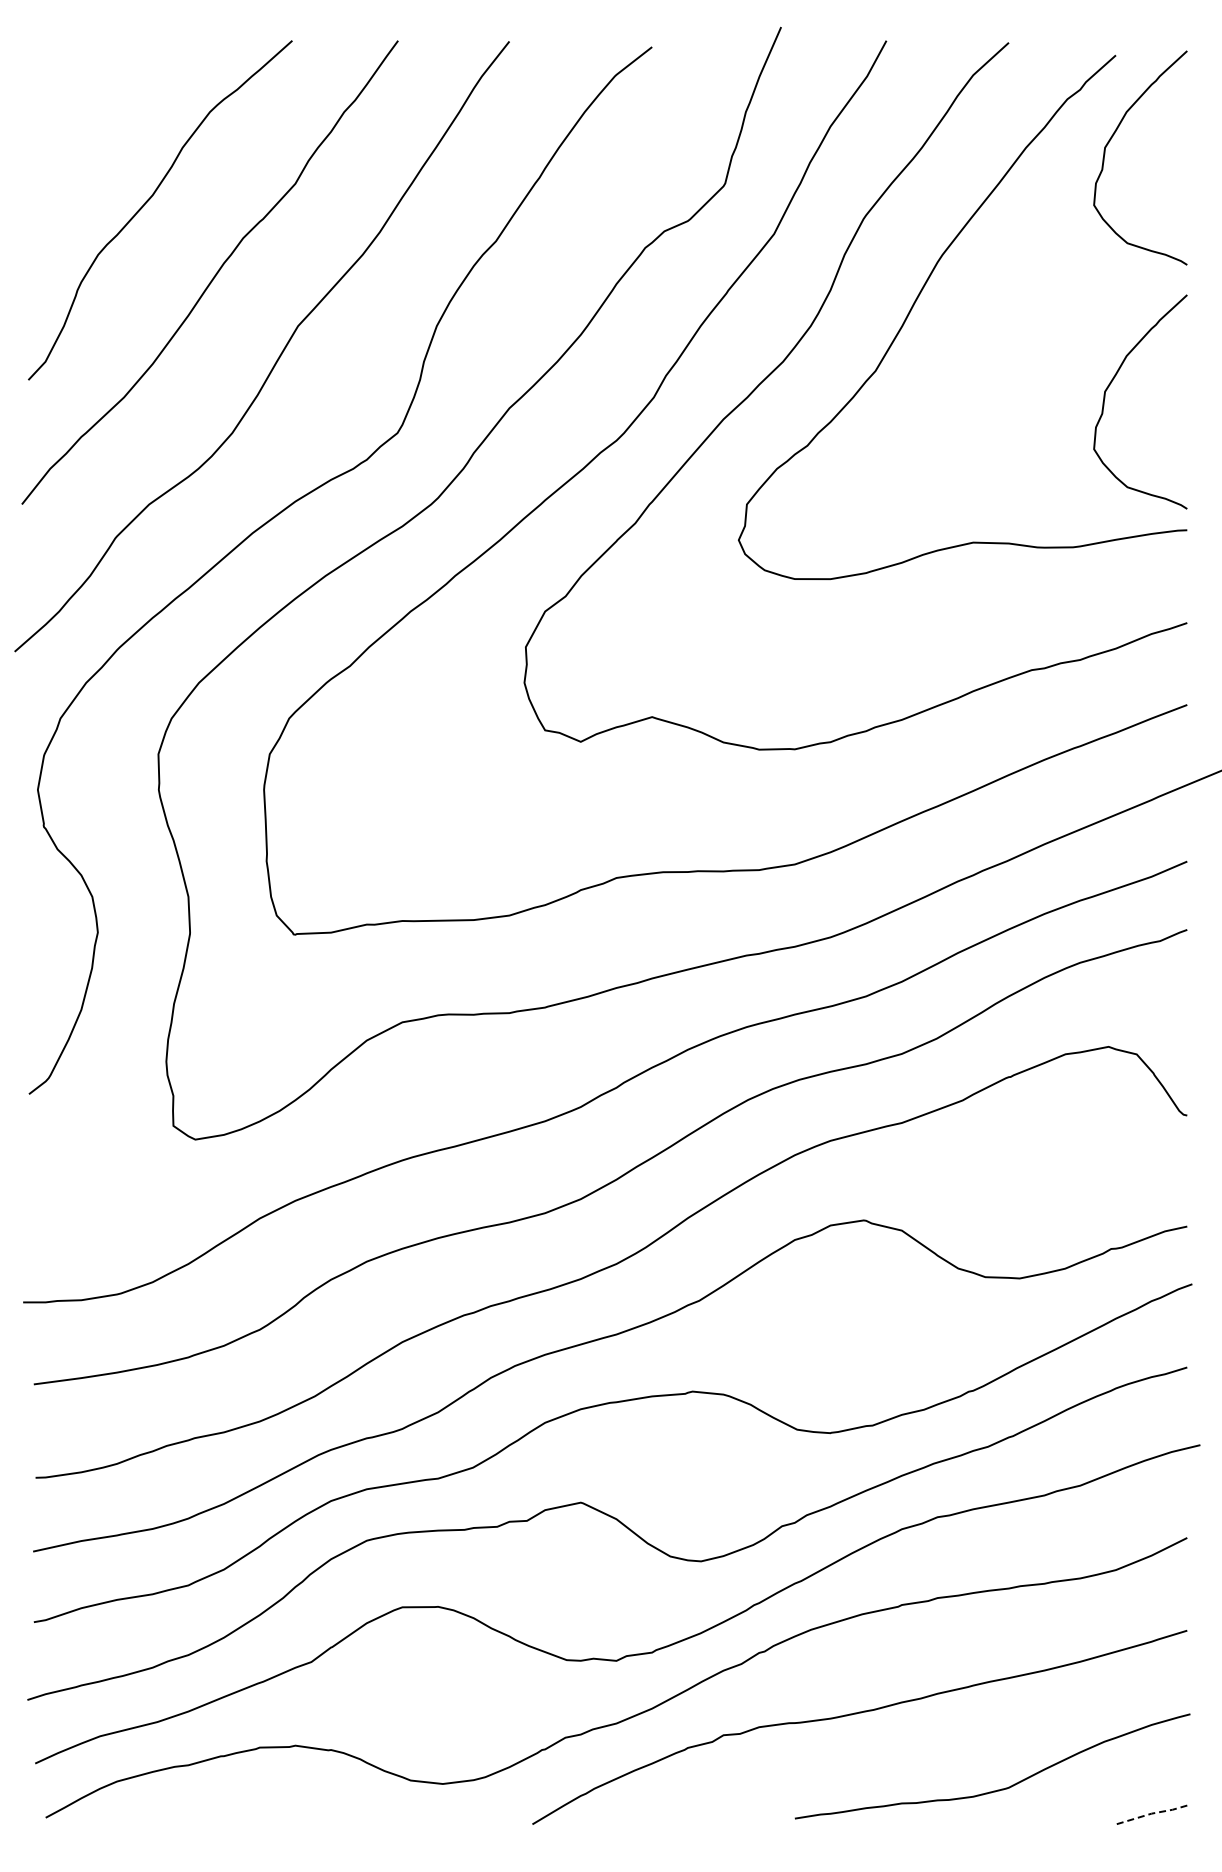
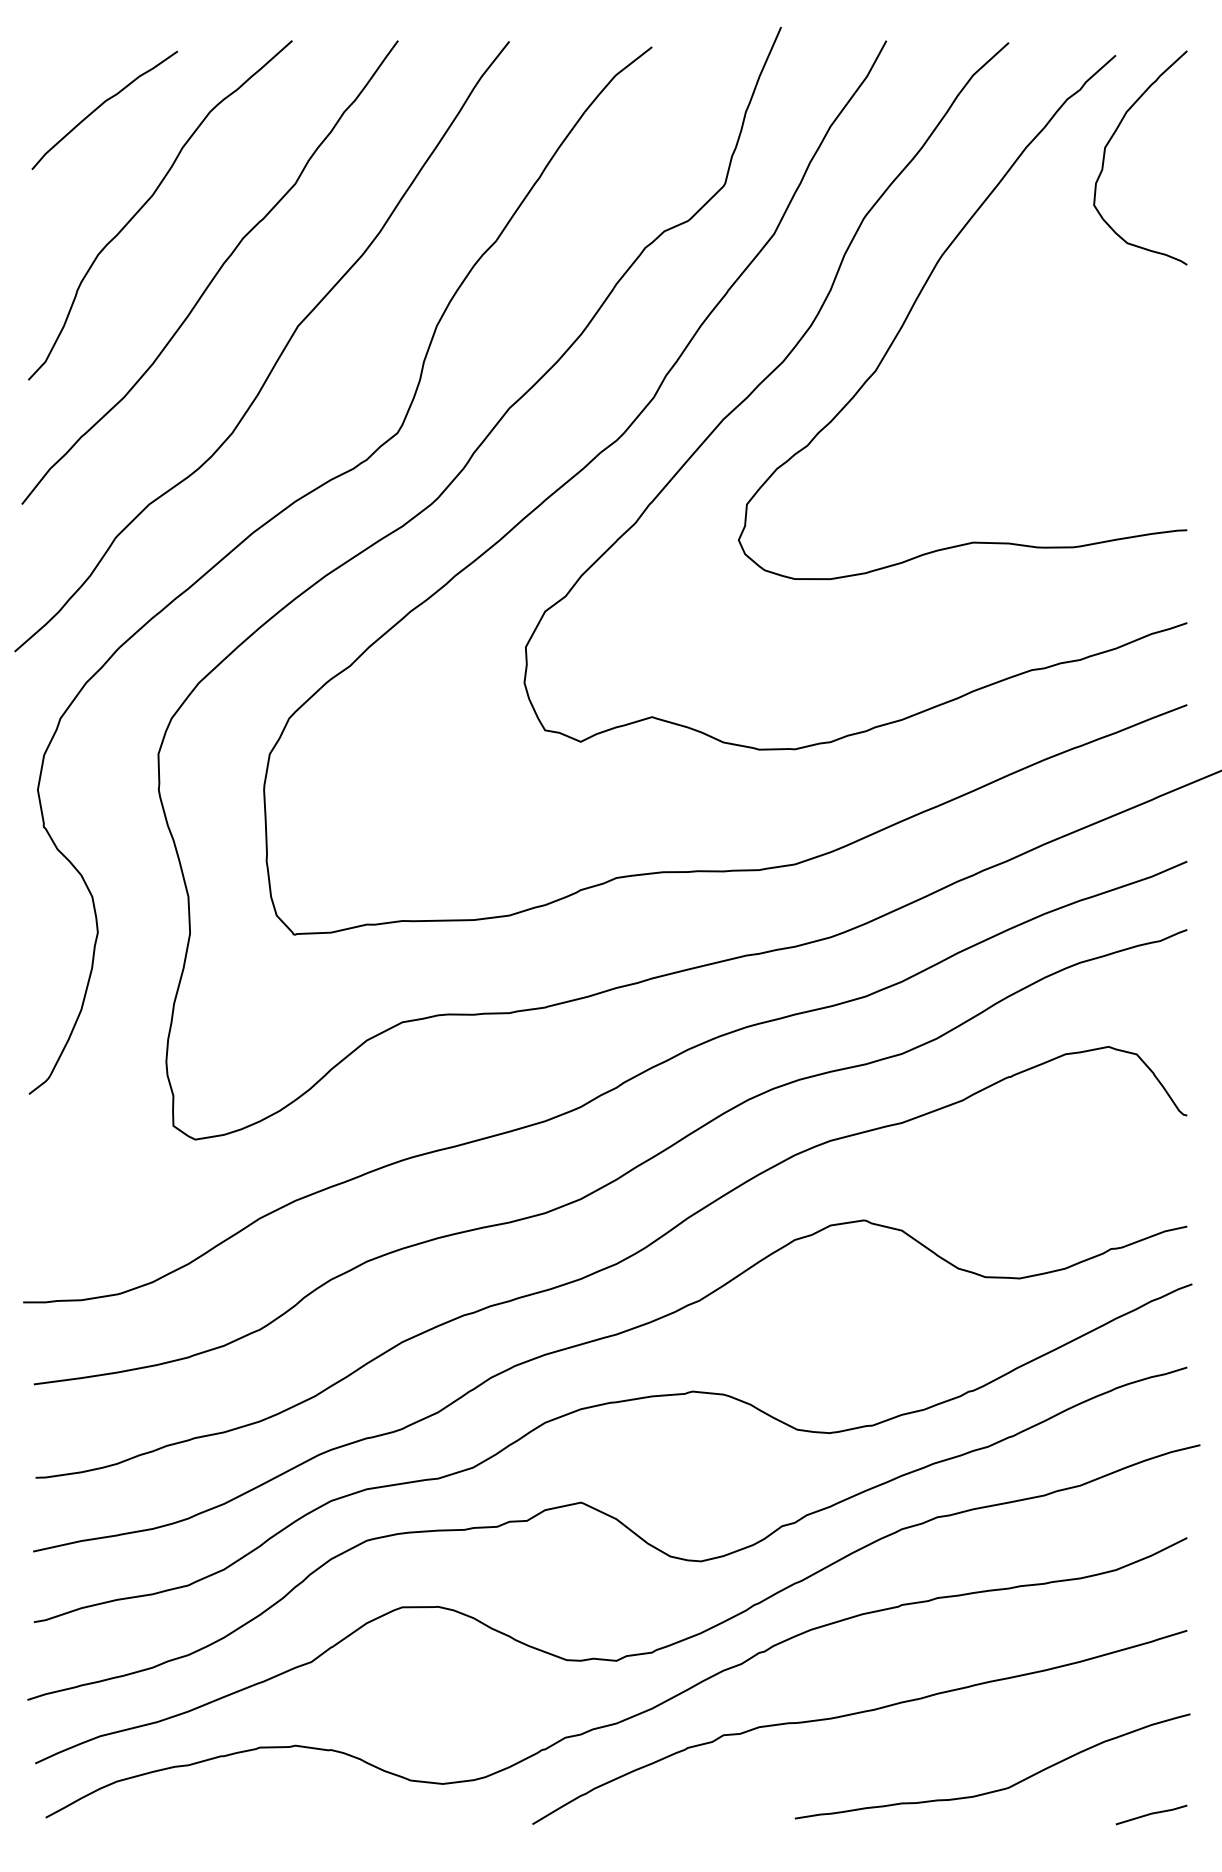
curve at (102, 105): none -> present
curve at (1110, 385): present -> none
line at (1151, 1813): dashed -> solid
